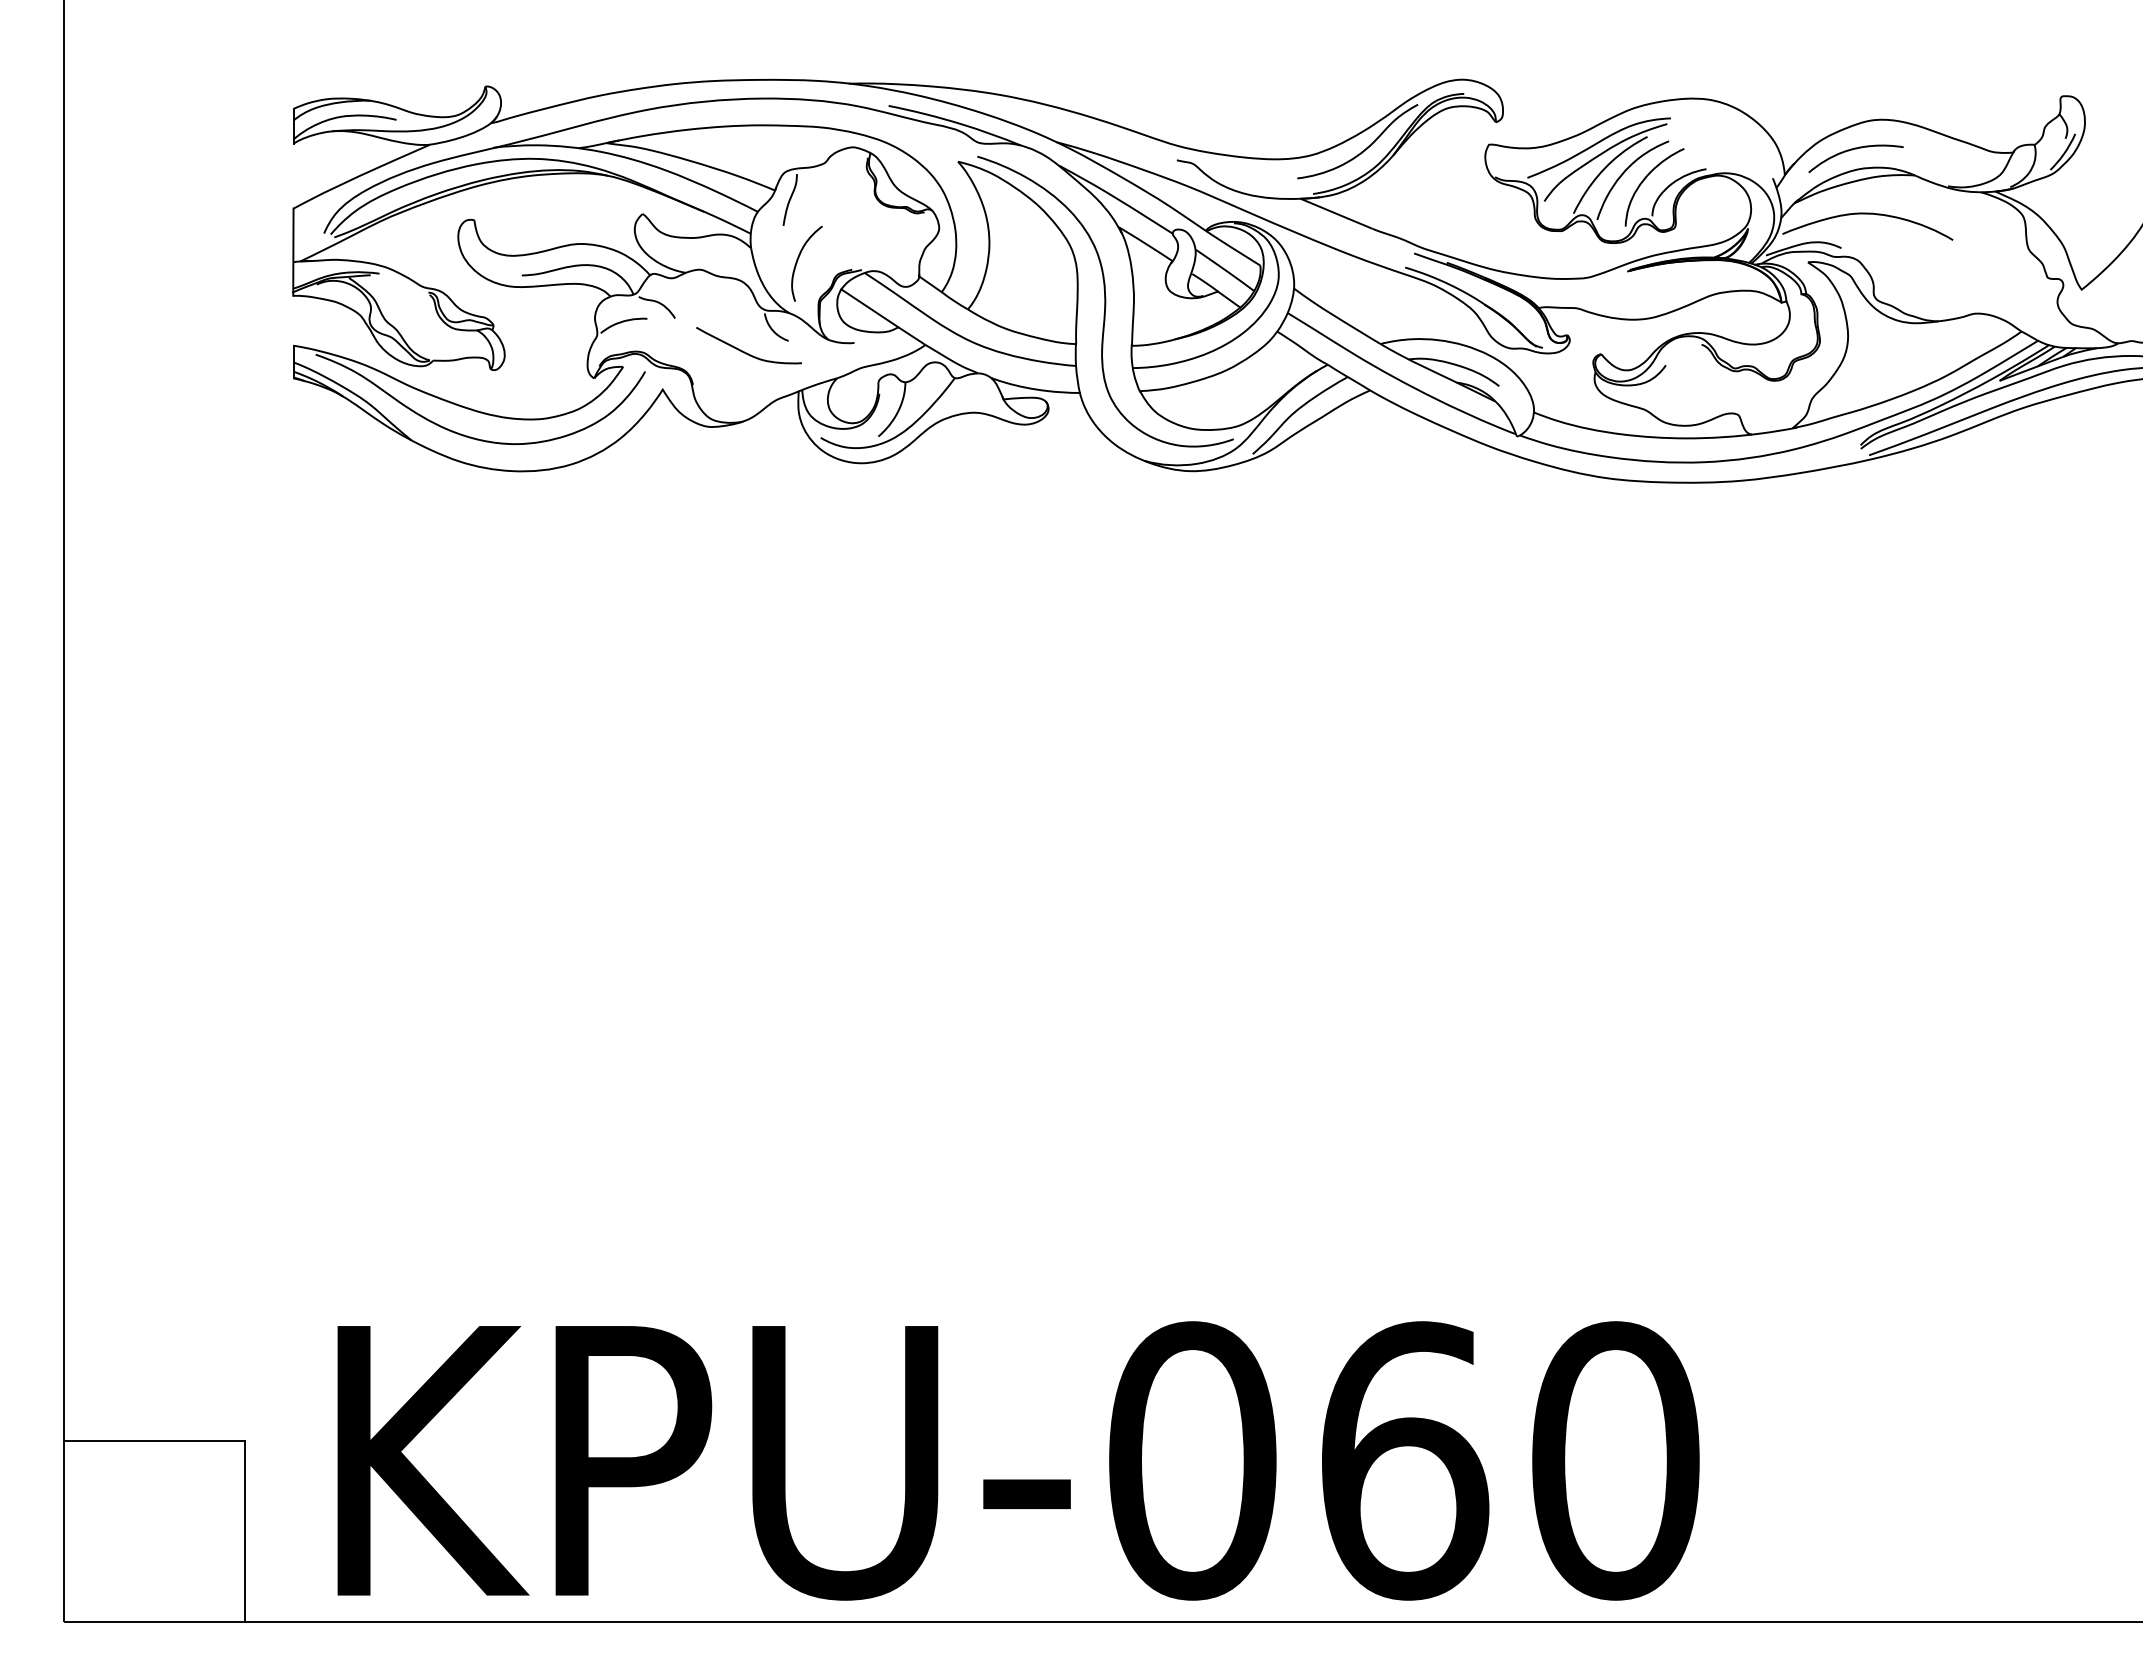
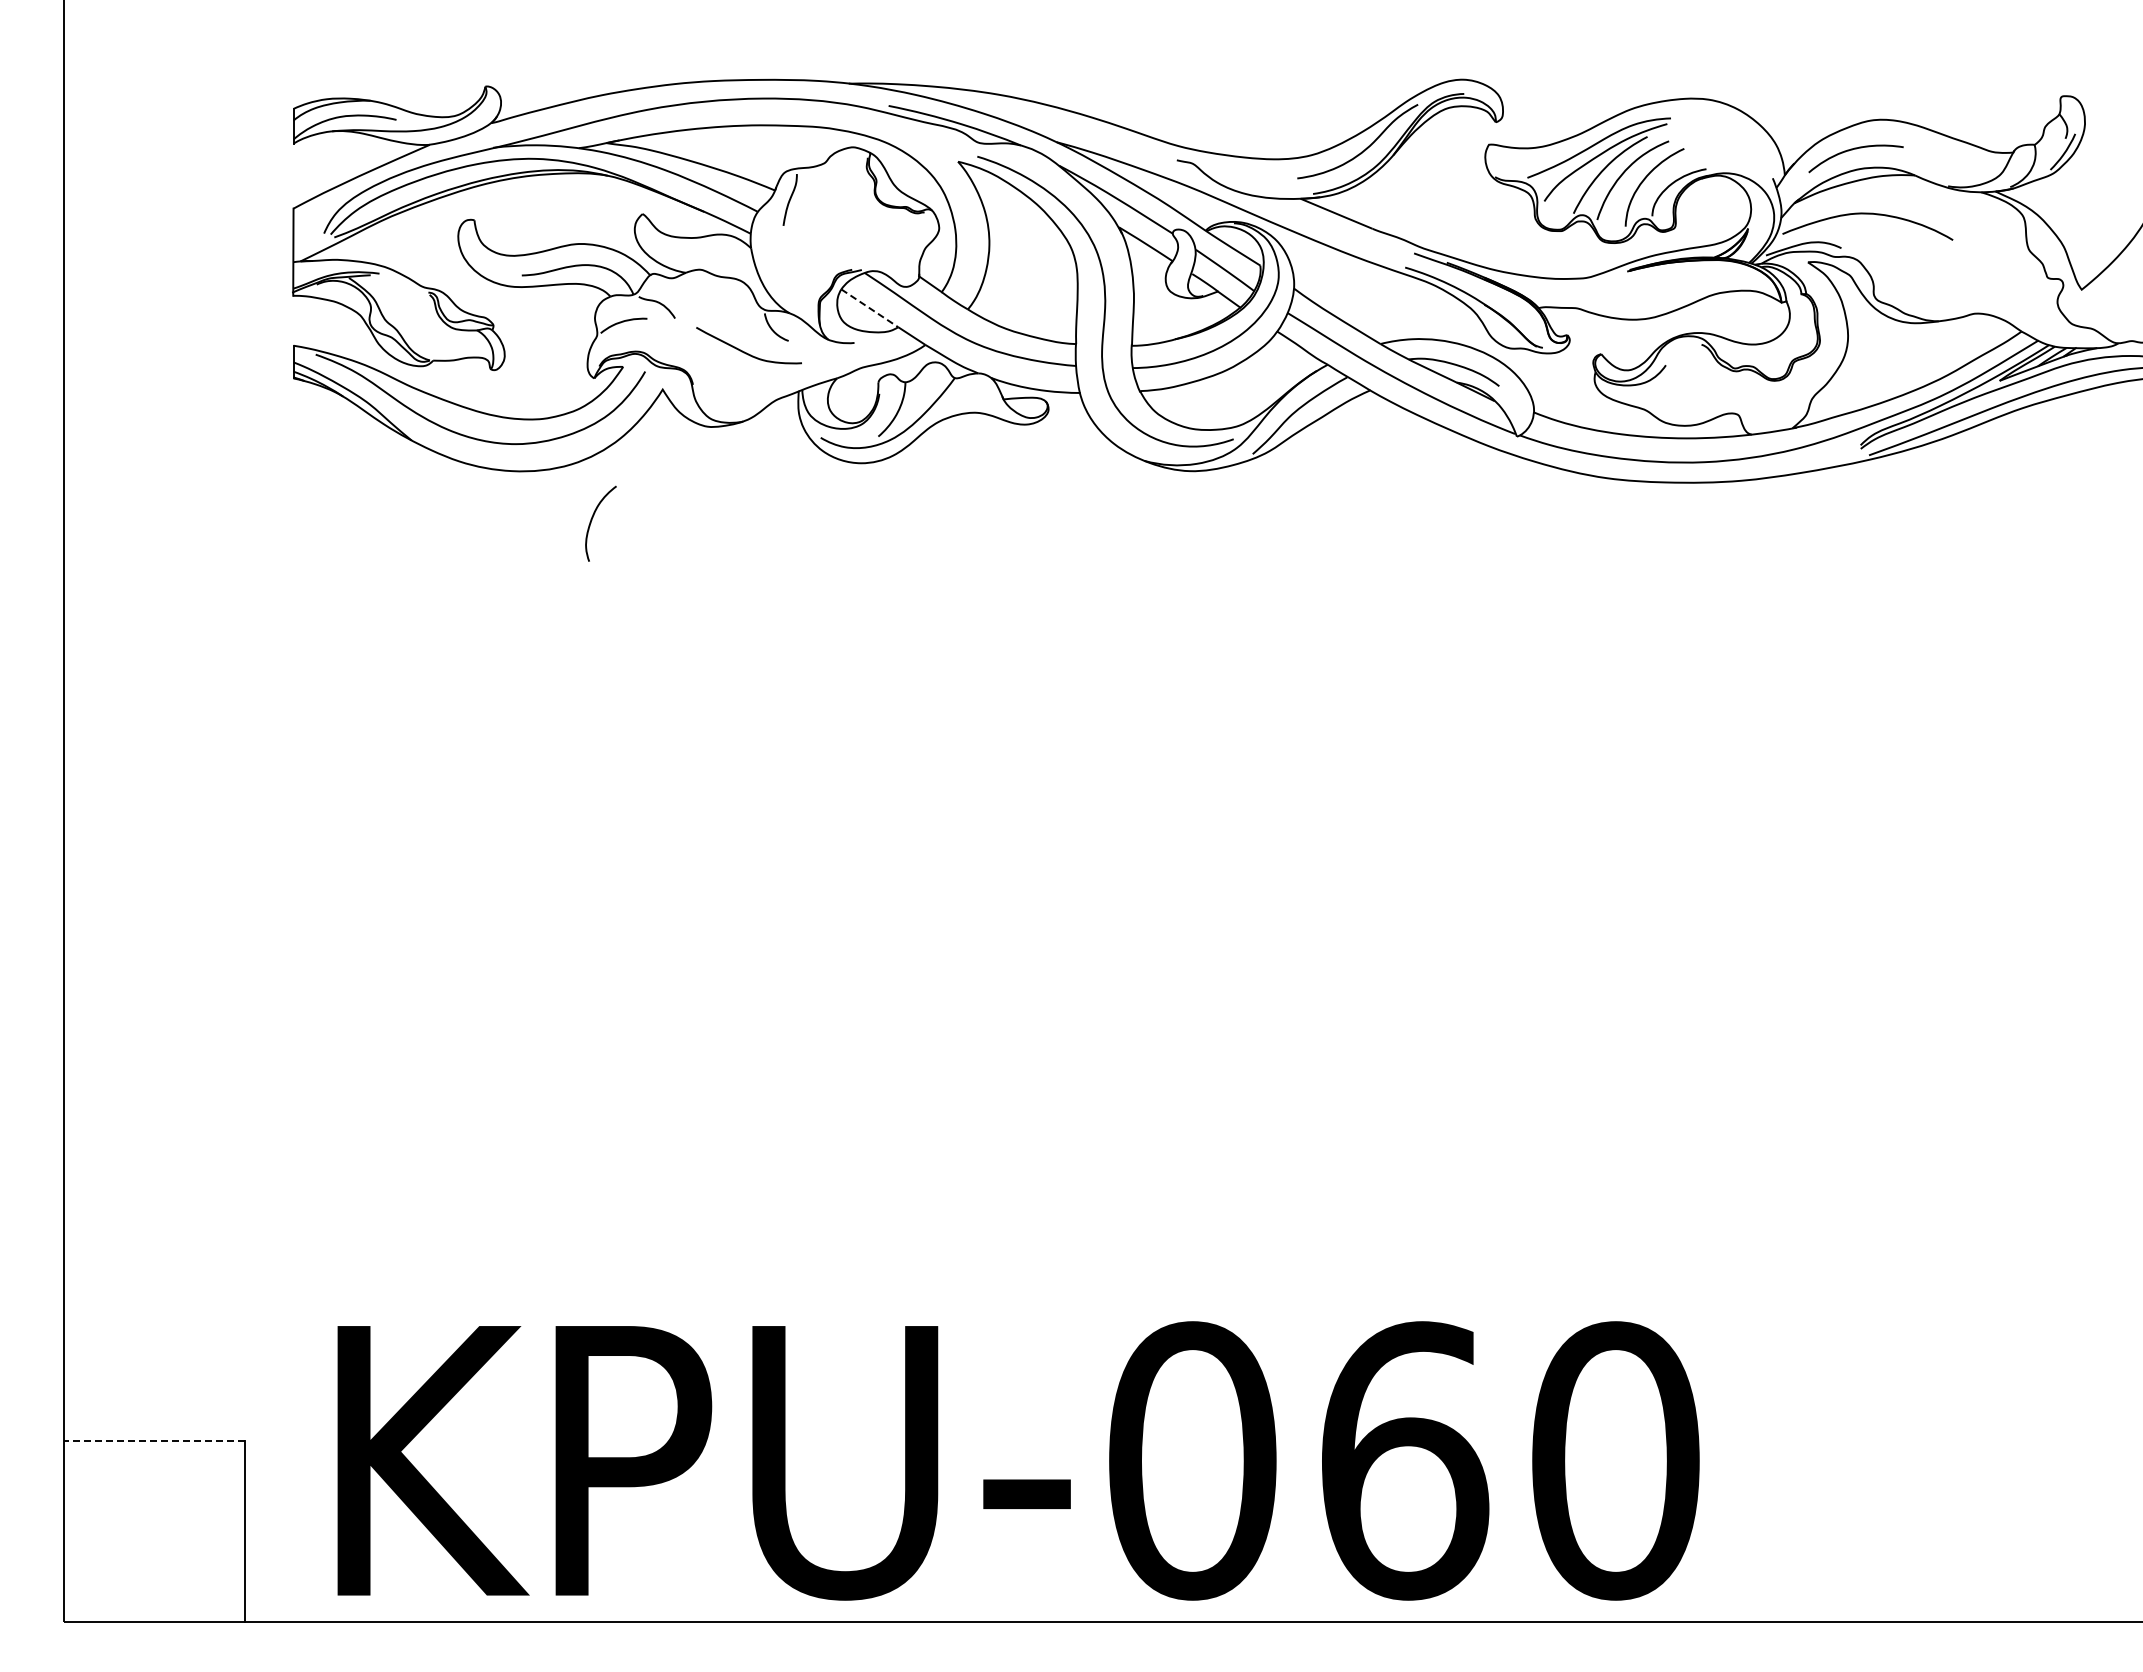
curve at (798, 260) position: (798, 260) -> (592, 520)
line at (870, 308): solid -> dashed
line at (154, 1440): solid -> dashed
